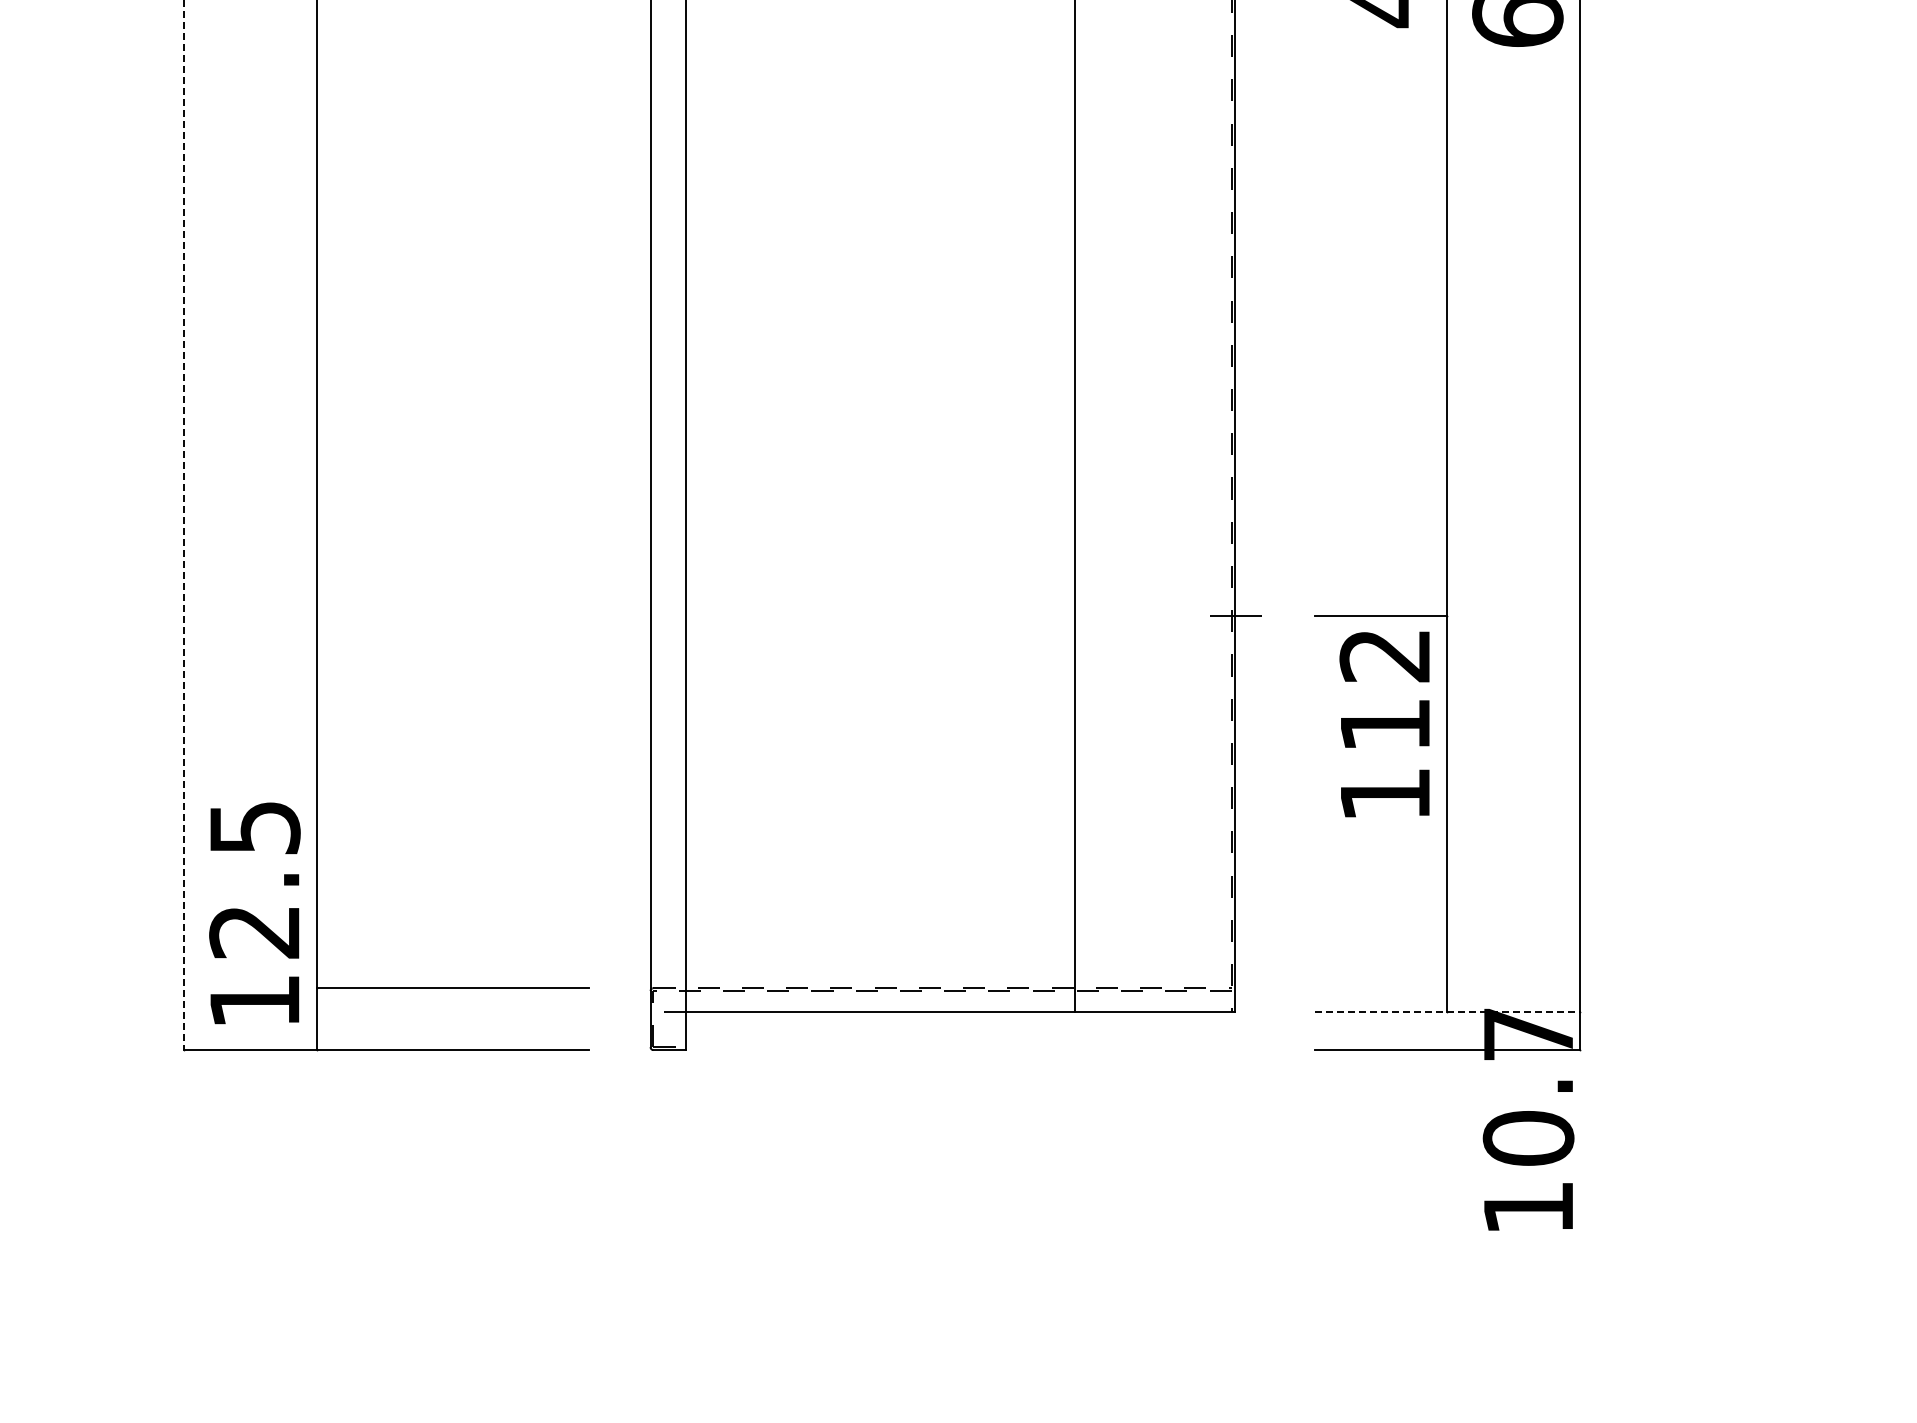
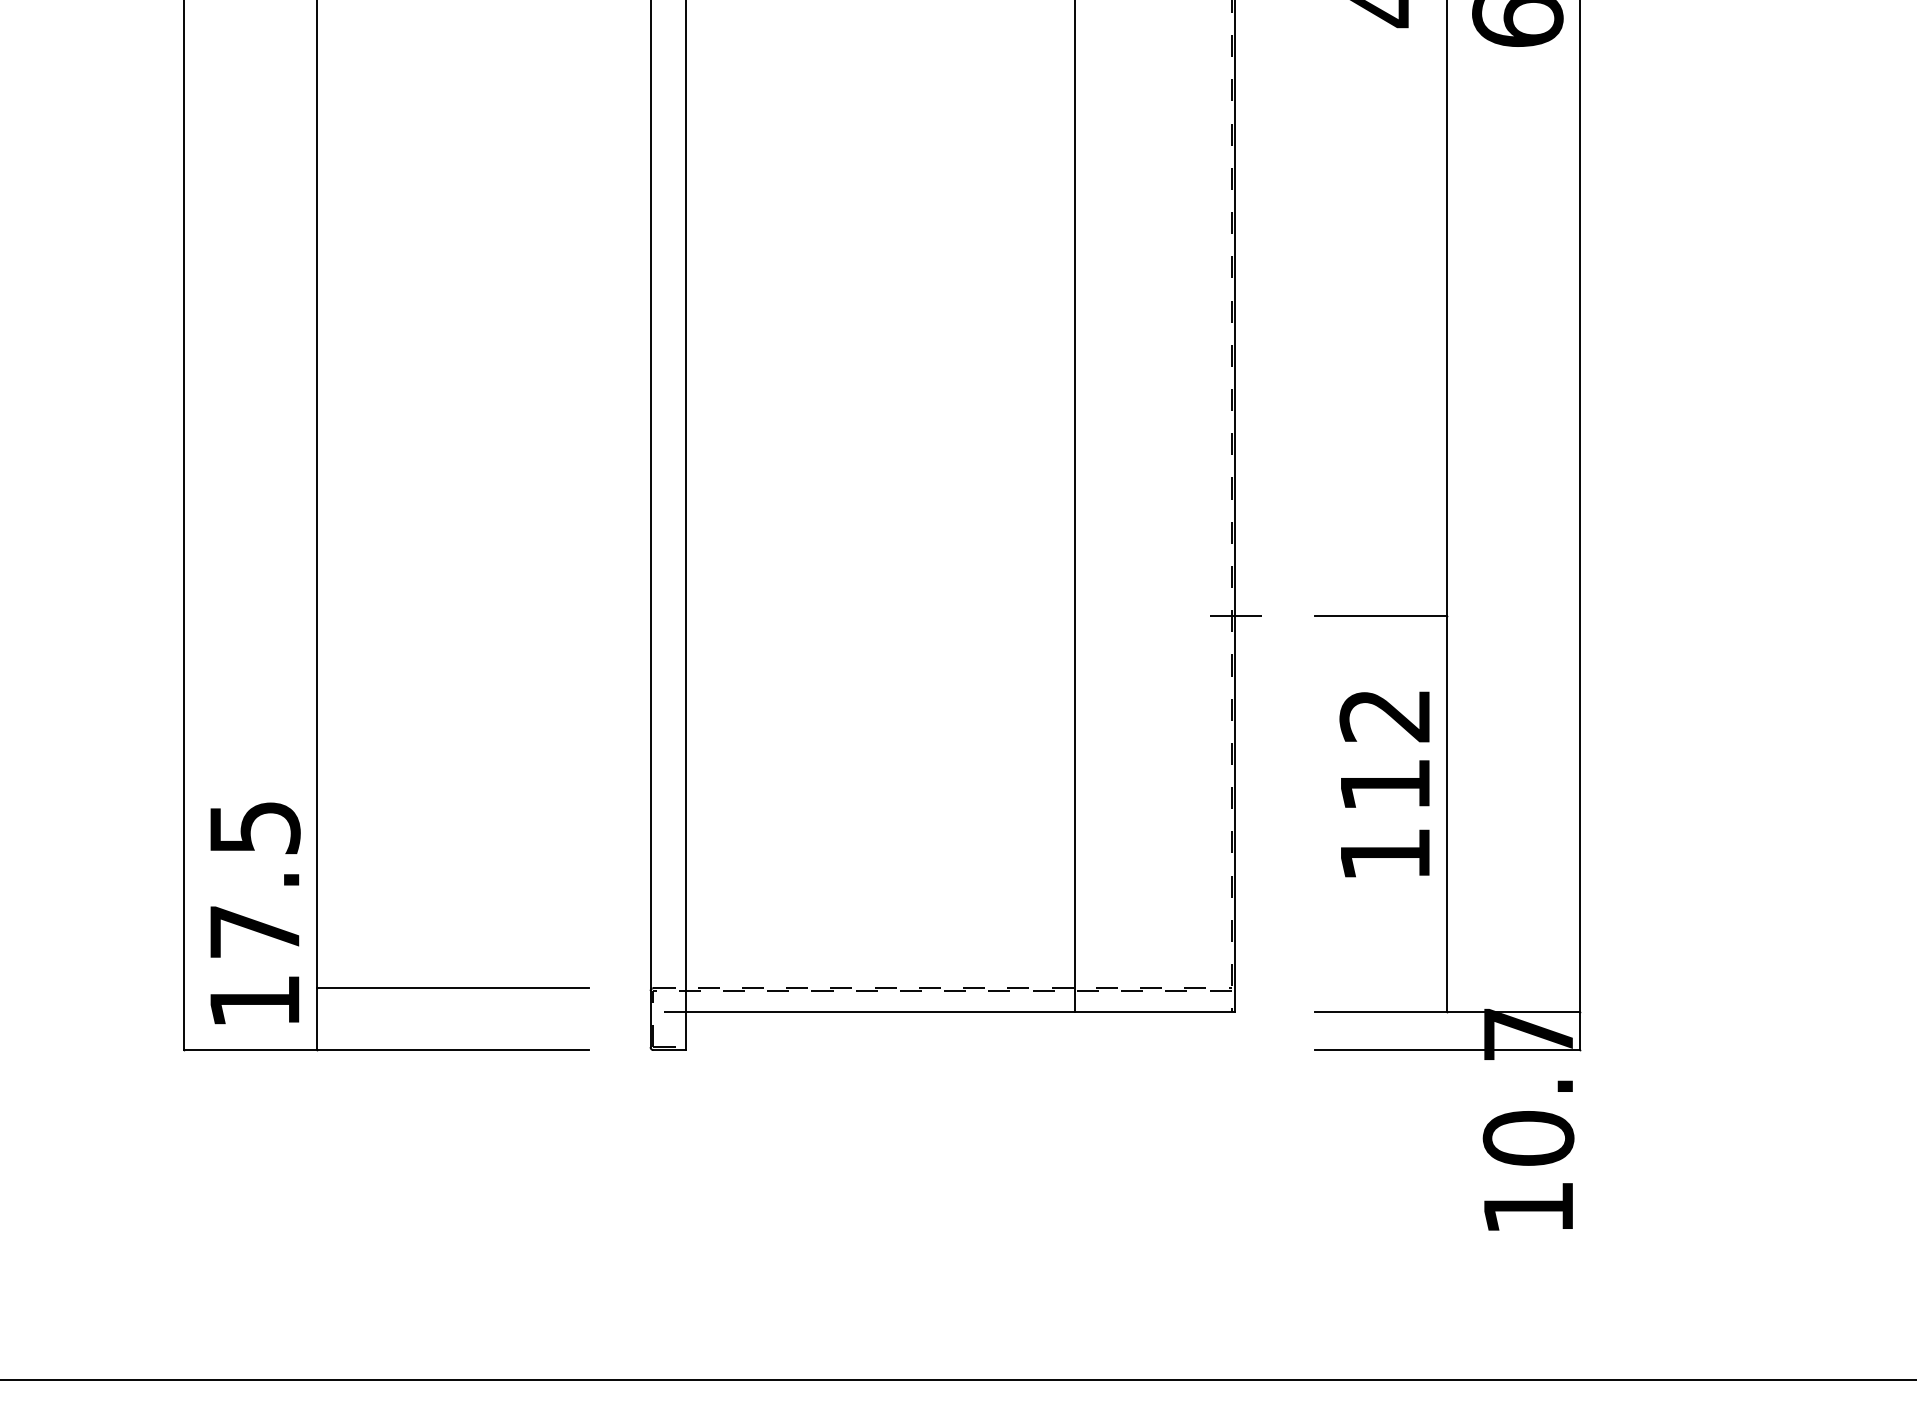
line at (183, 525): dashed -> solid
text at (1384, 724) position: (1384, 724) -> (1384, 784)
text at (254, 932): 12.5 -> 17.5
line at (1447, 1012): dashed -> solid
line at (957, 1380): none -> present
